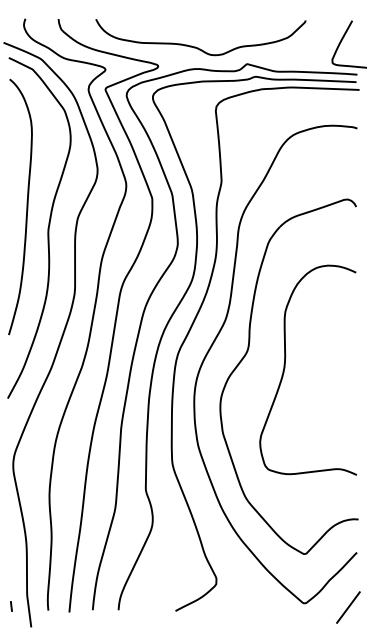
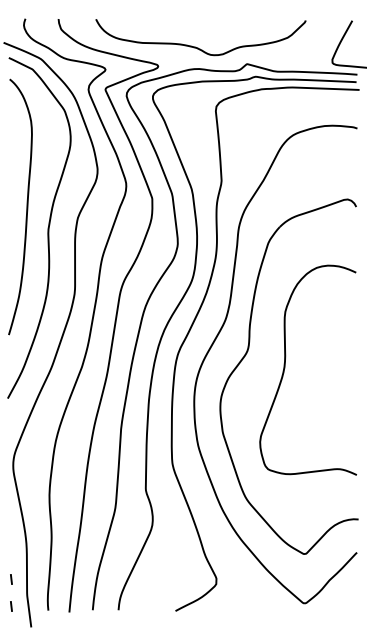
line at (11, 579): none -> present
line at (348, 607): present -> none
